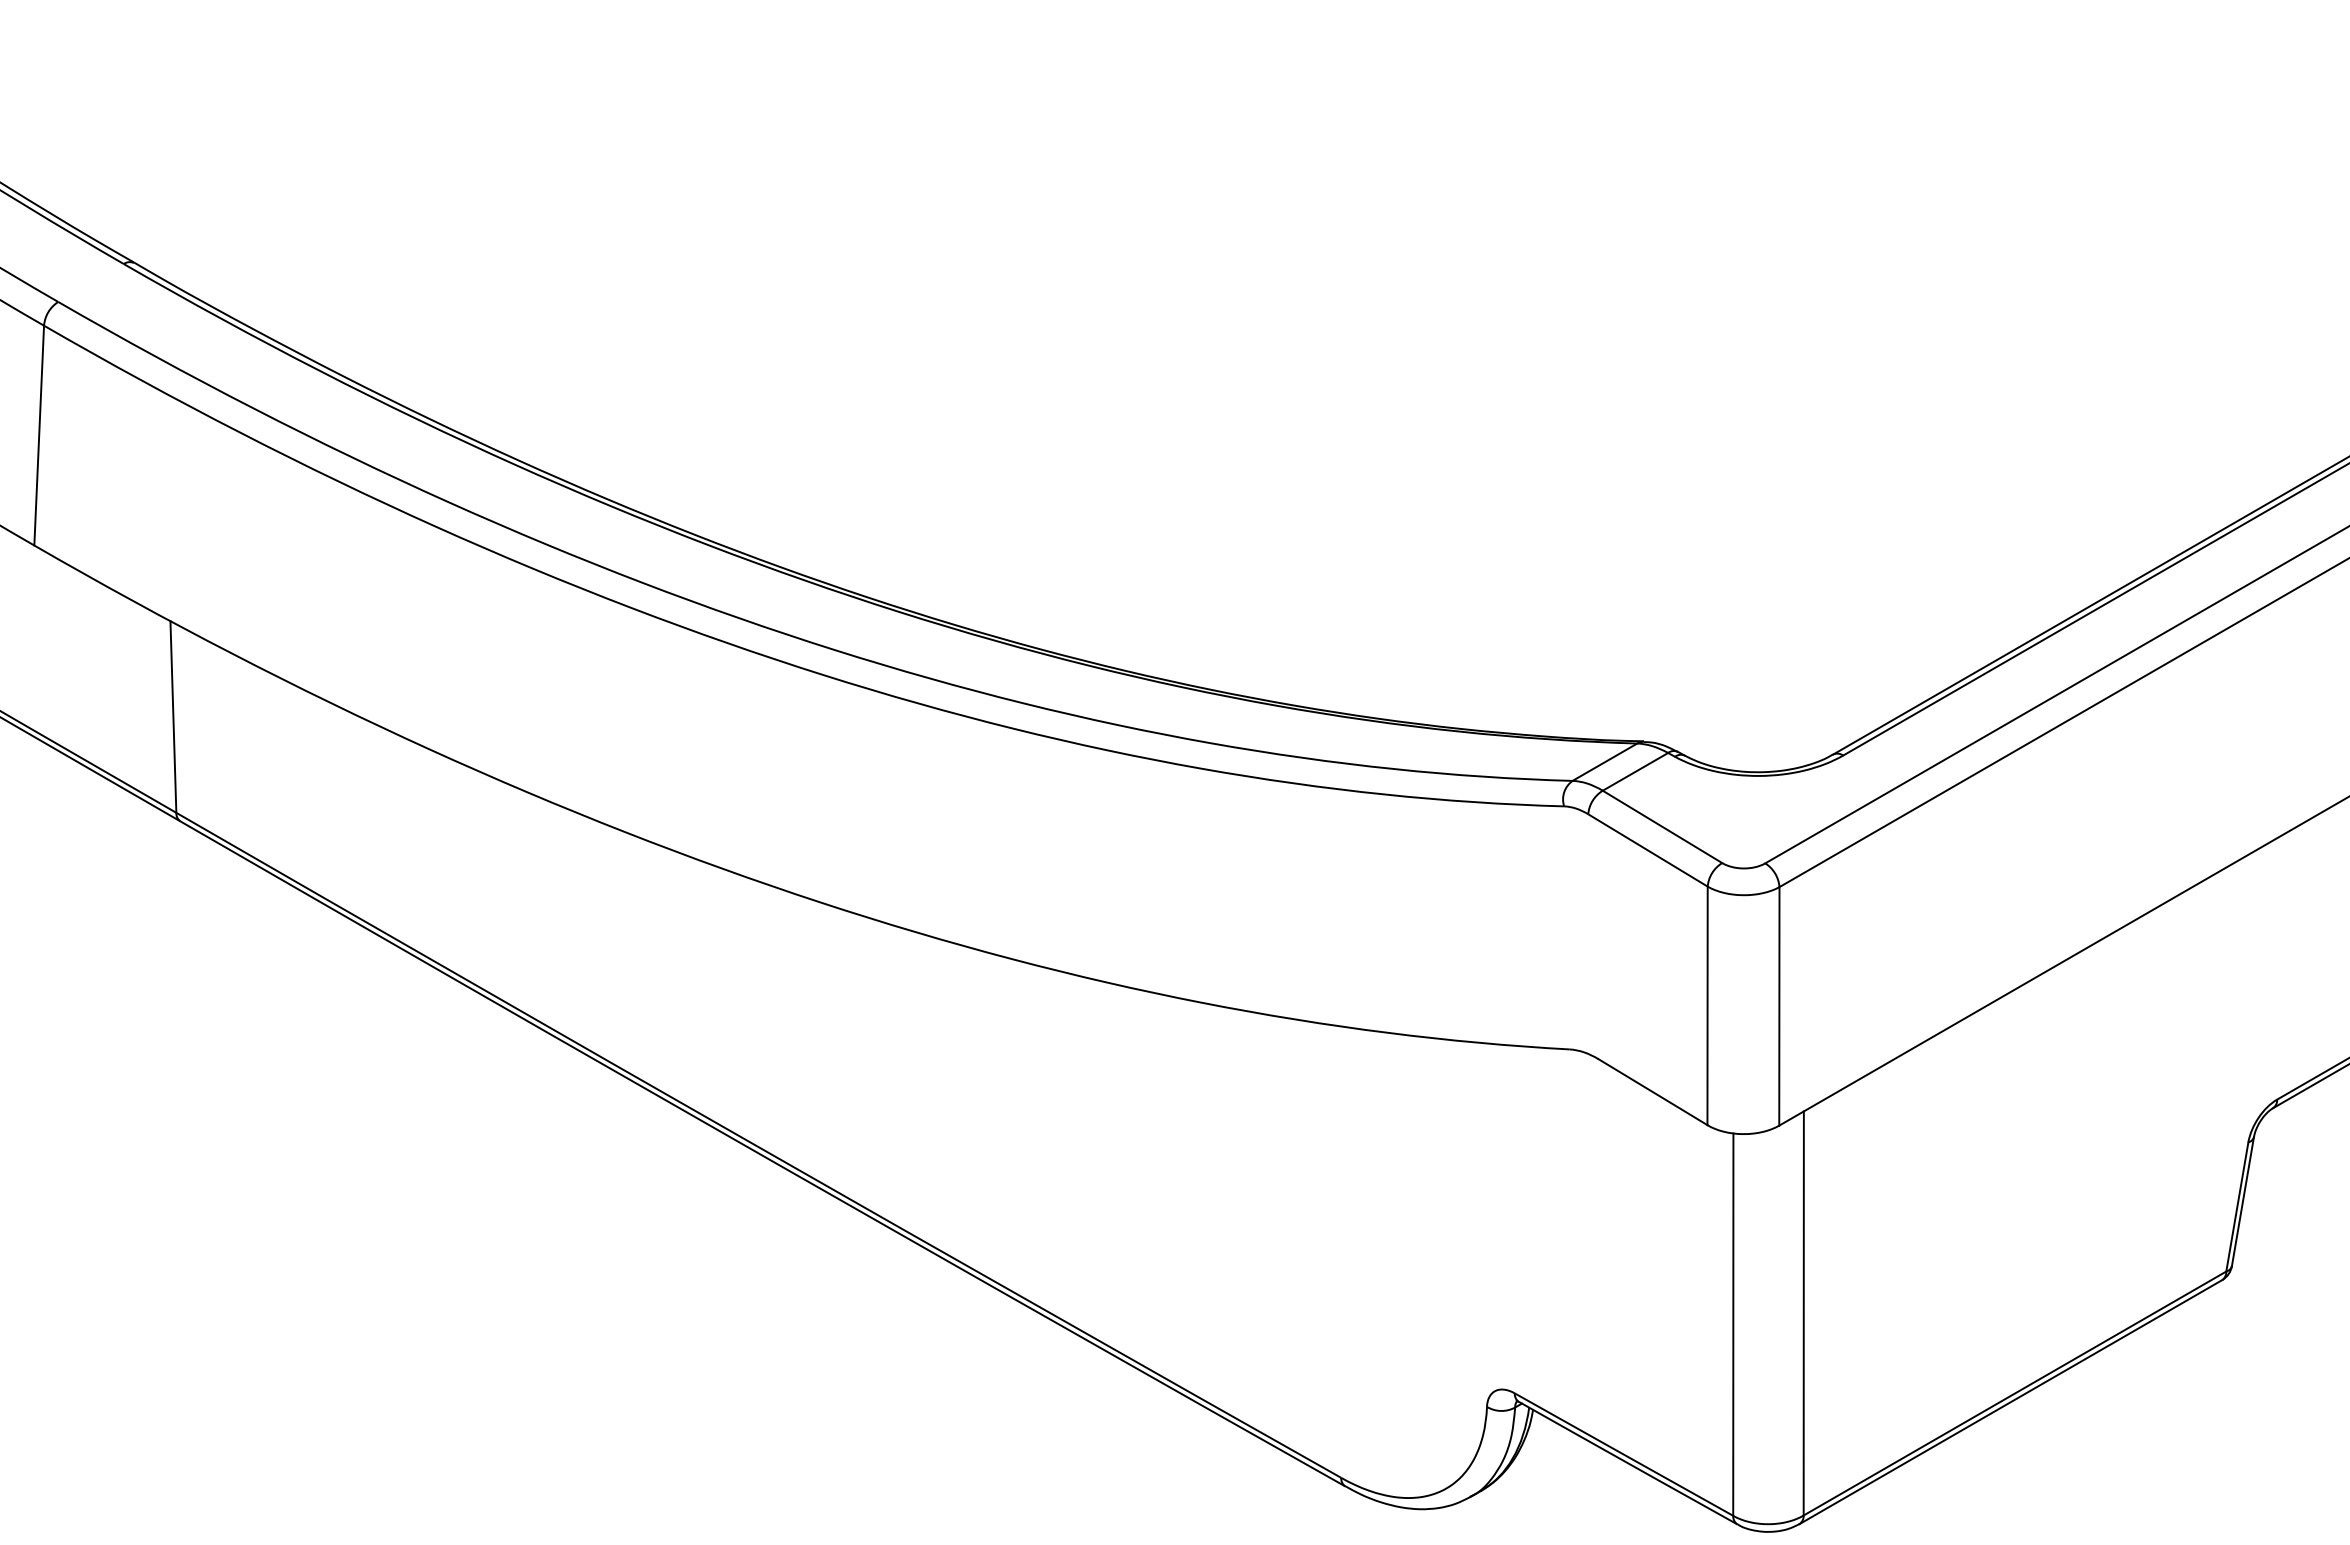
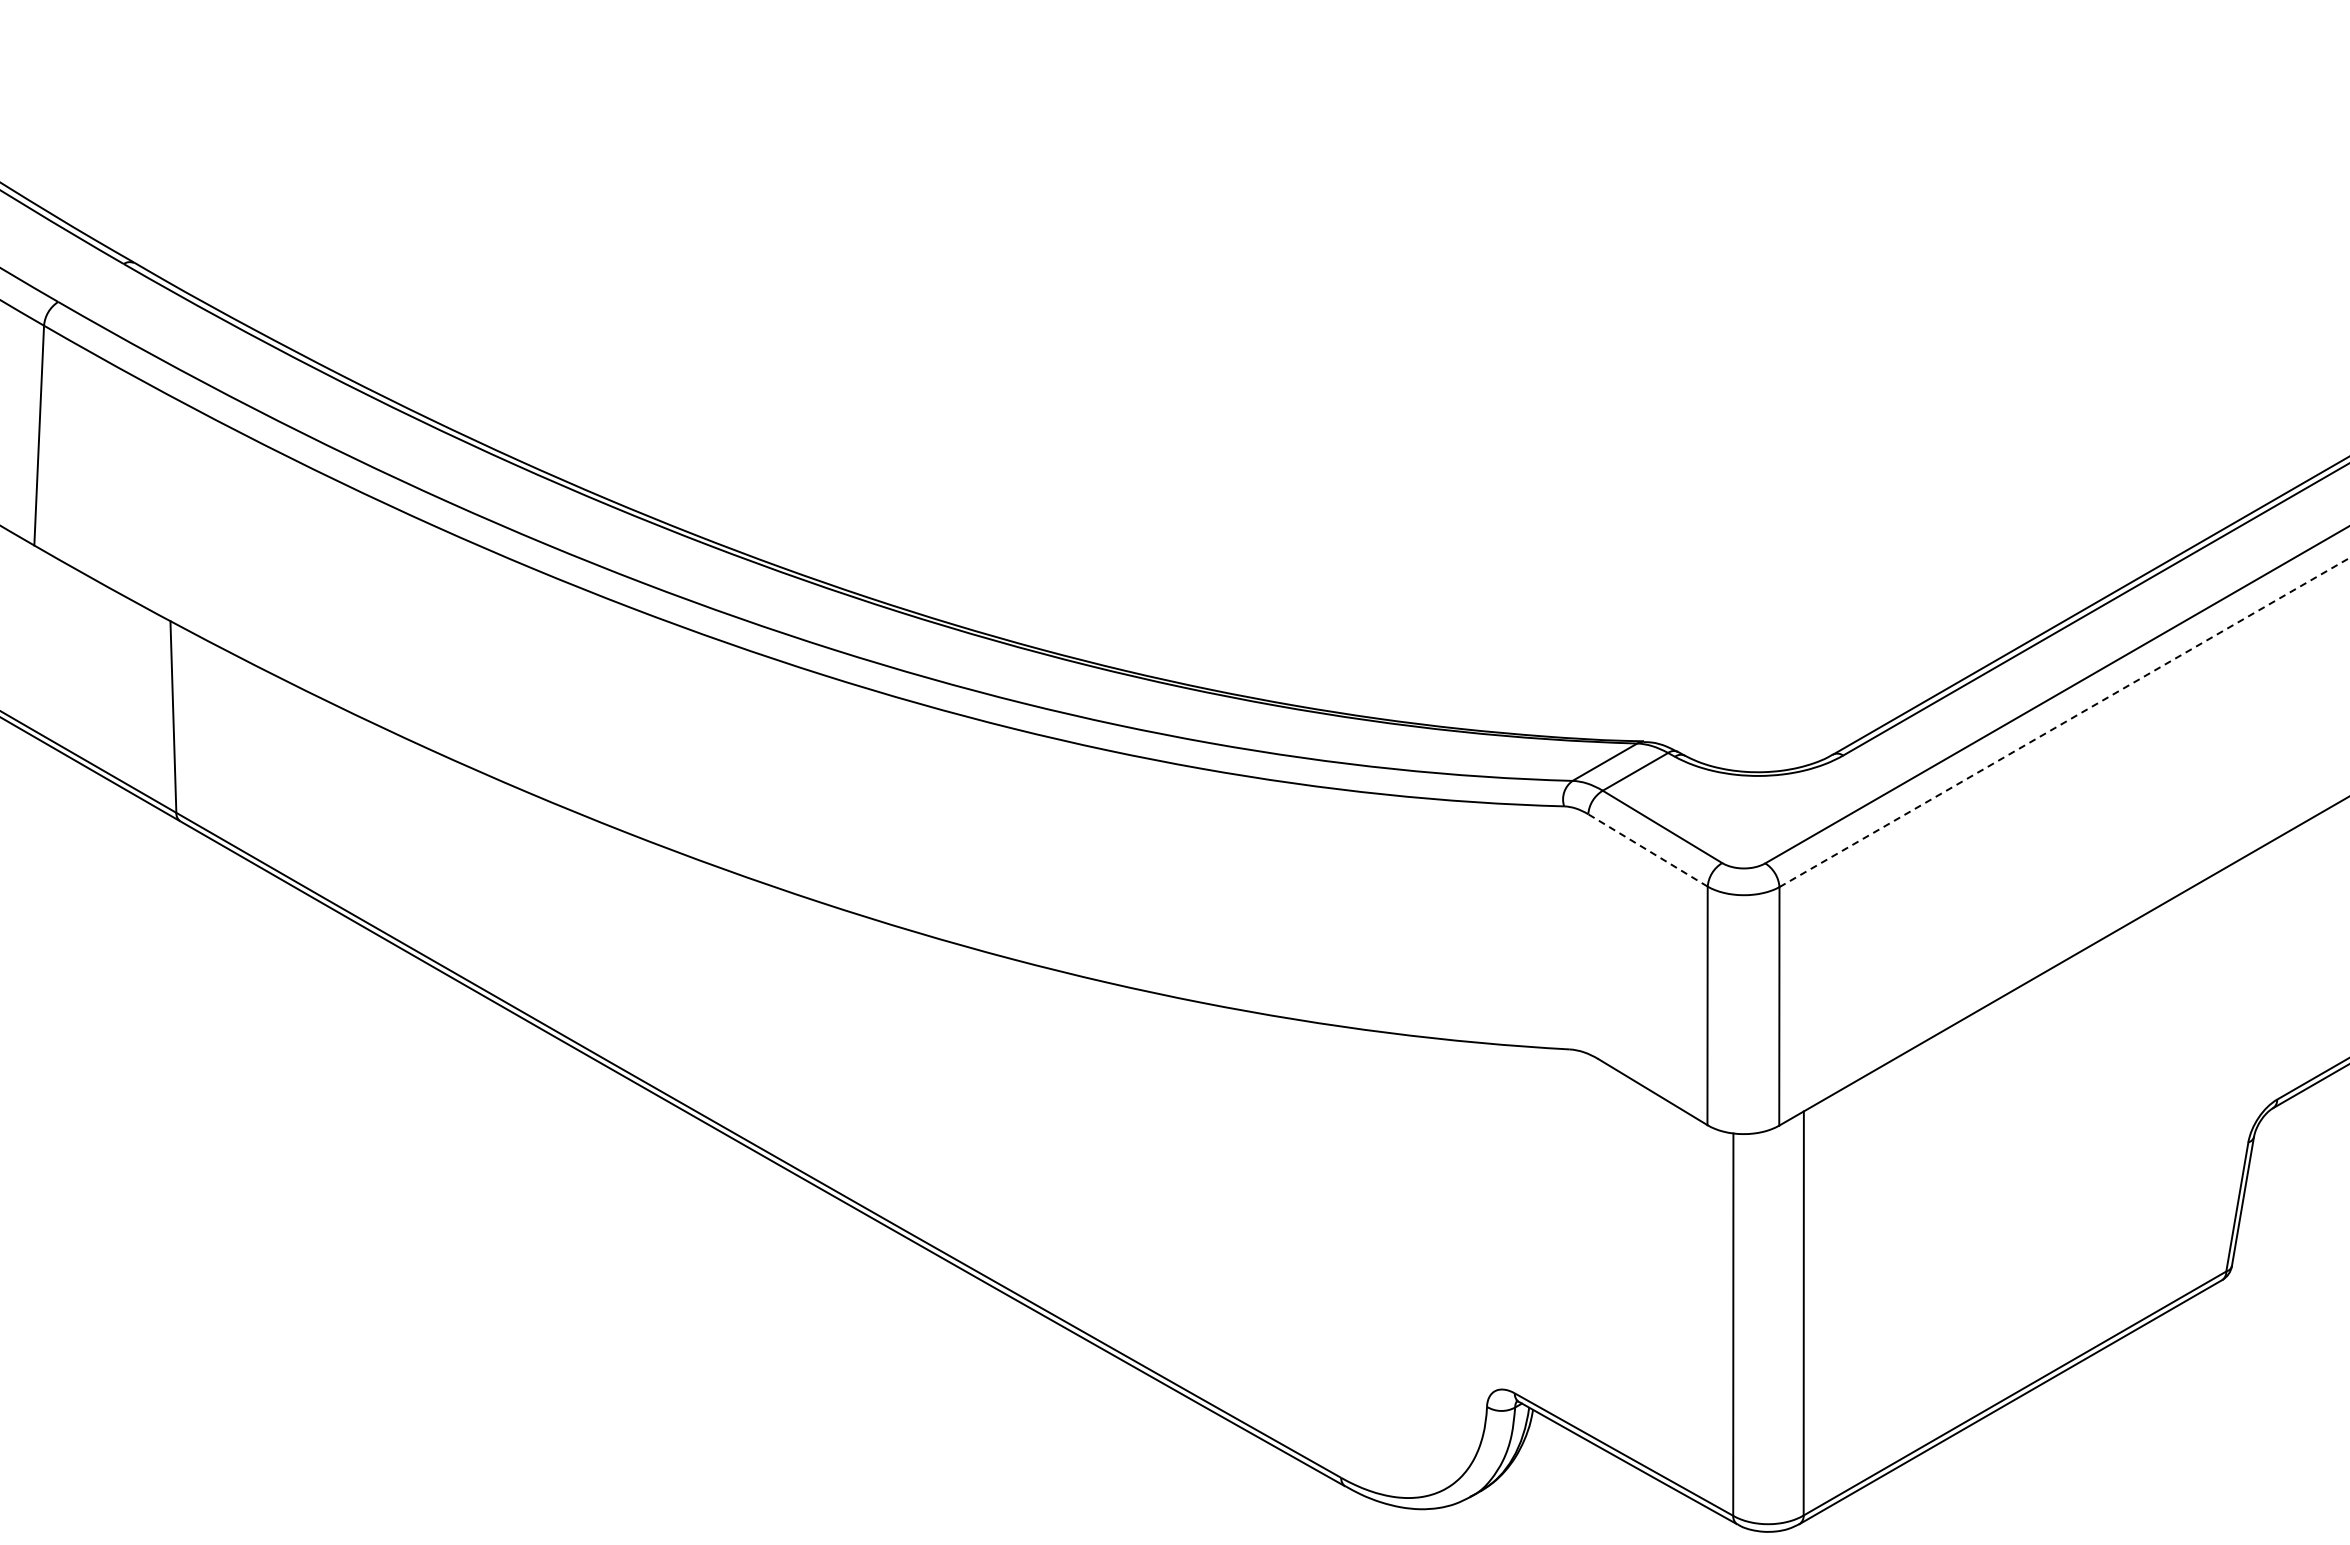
line at (2064, 722): solid -> dashed
line at (1648, 850): solid -> dashed
